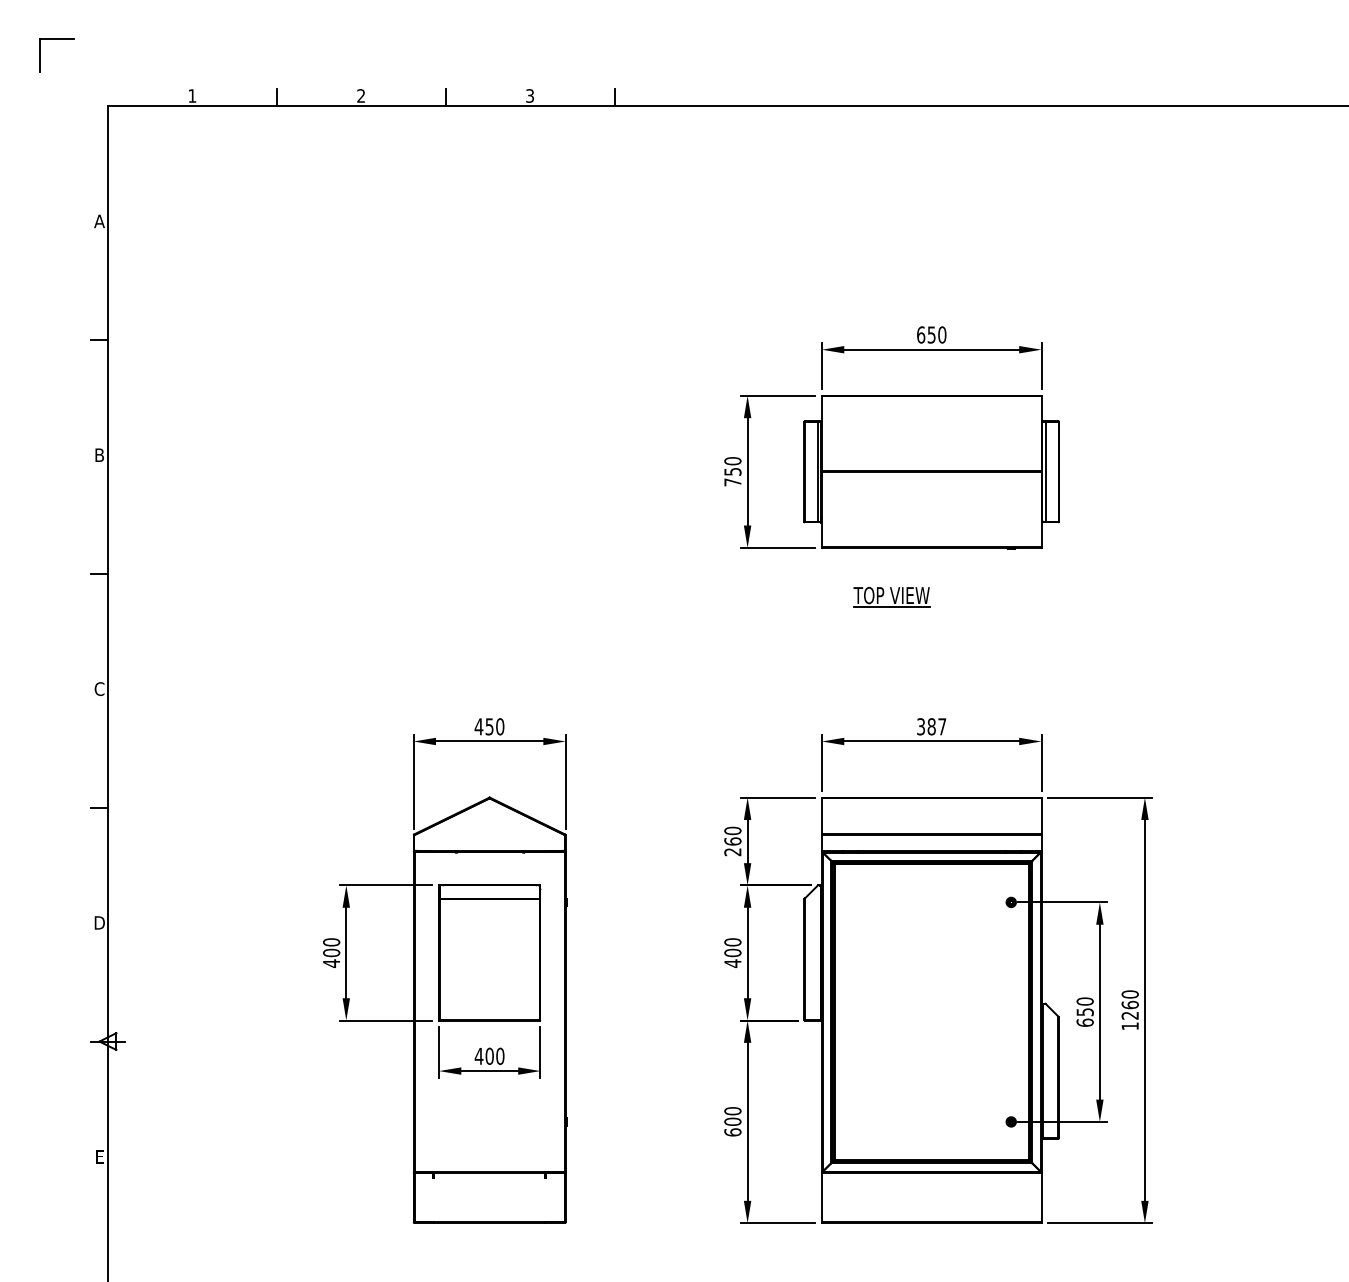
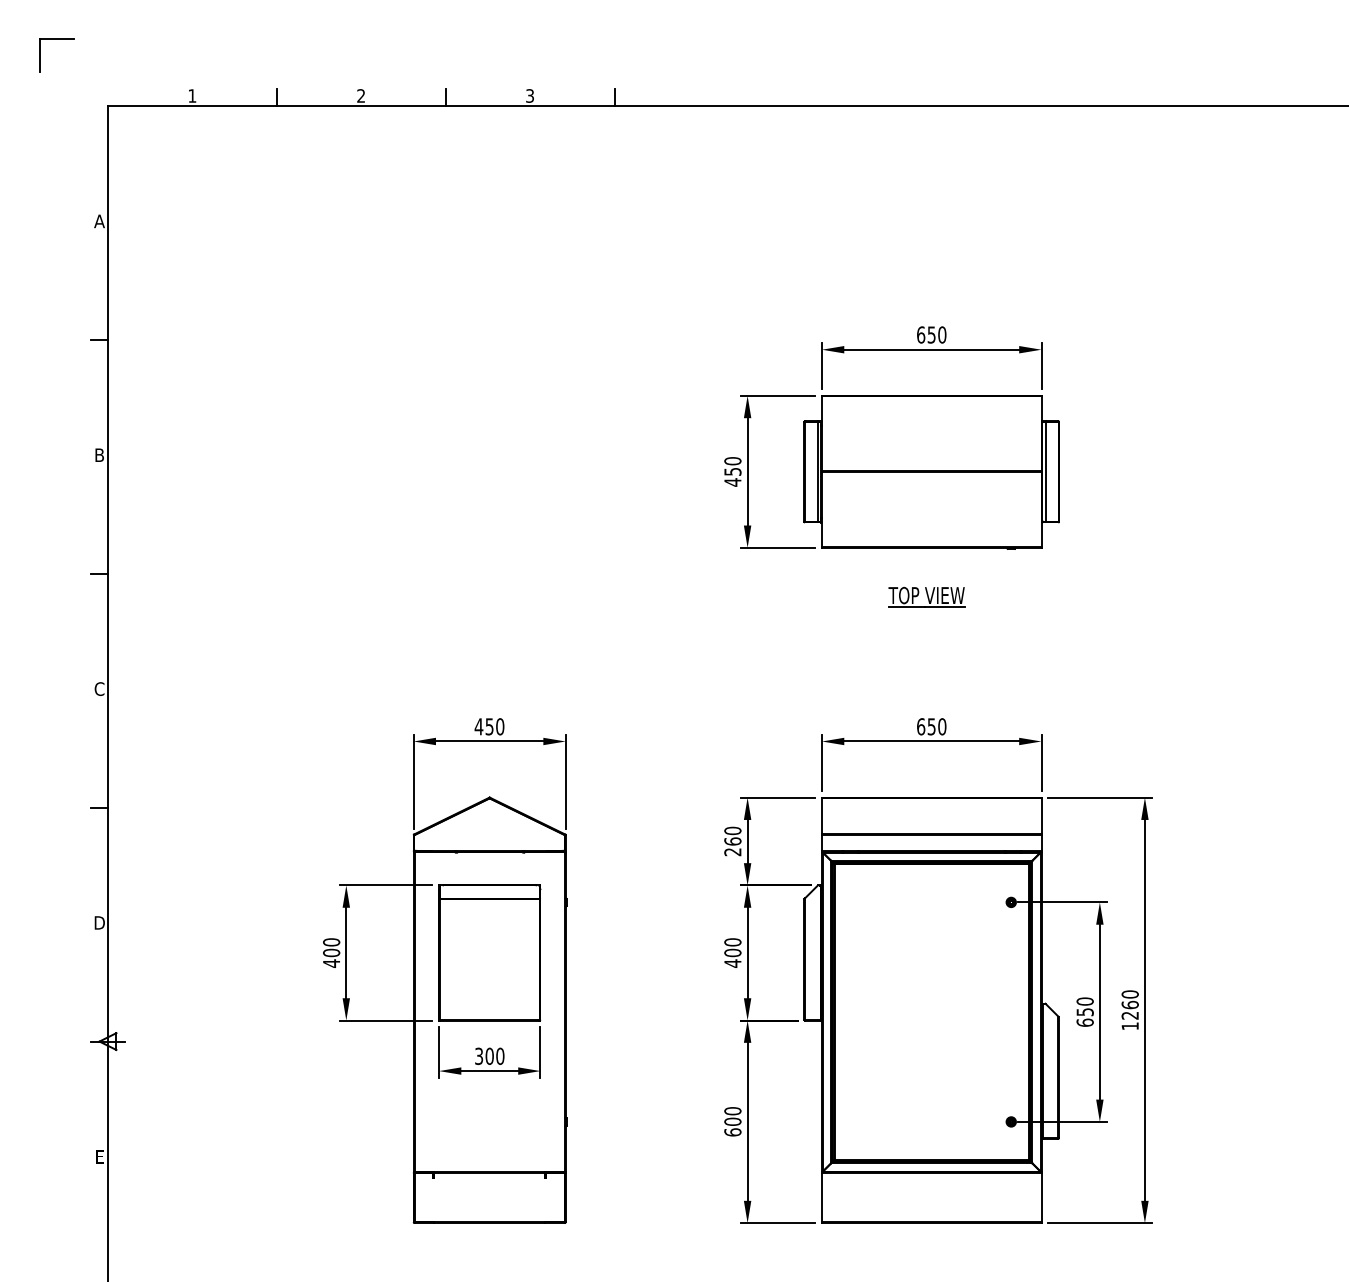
text at (732, 482): 750 -> 450
part at (891, 596) position: (891, 596) -> (926, 596)
text at (931, 726): 387 -> 650
text at (478, 1056): 400 -> 300
